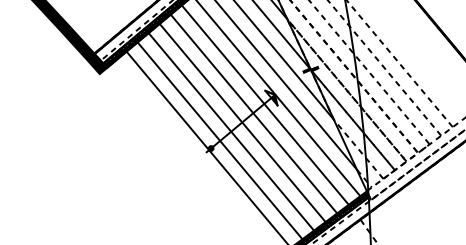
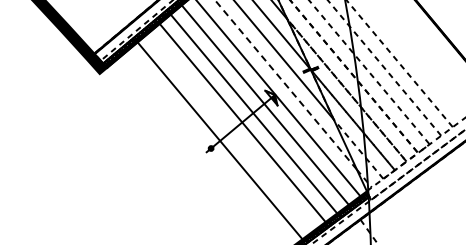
line at (285, 84): solid -> dashed
line at (230, 131): present -> none
line at (205, 146): present -> none
